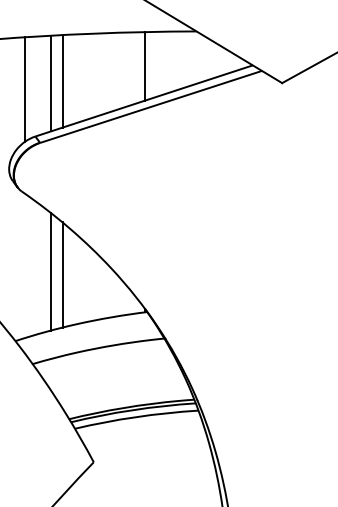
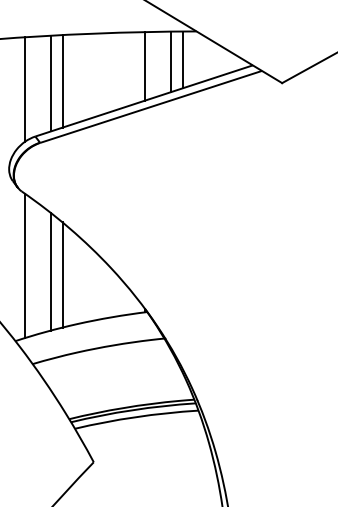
line at (182, 59): none -> present
line at (171, 61): none -> present
line at (25, 265): none -> present
